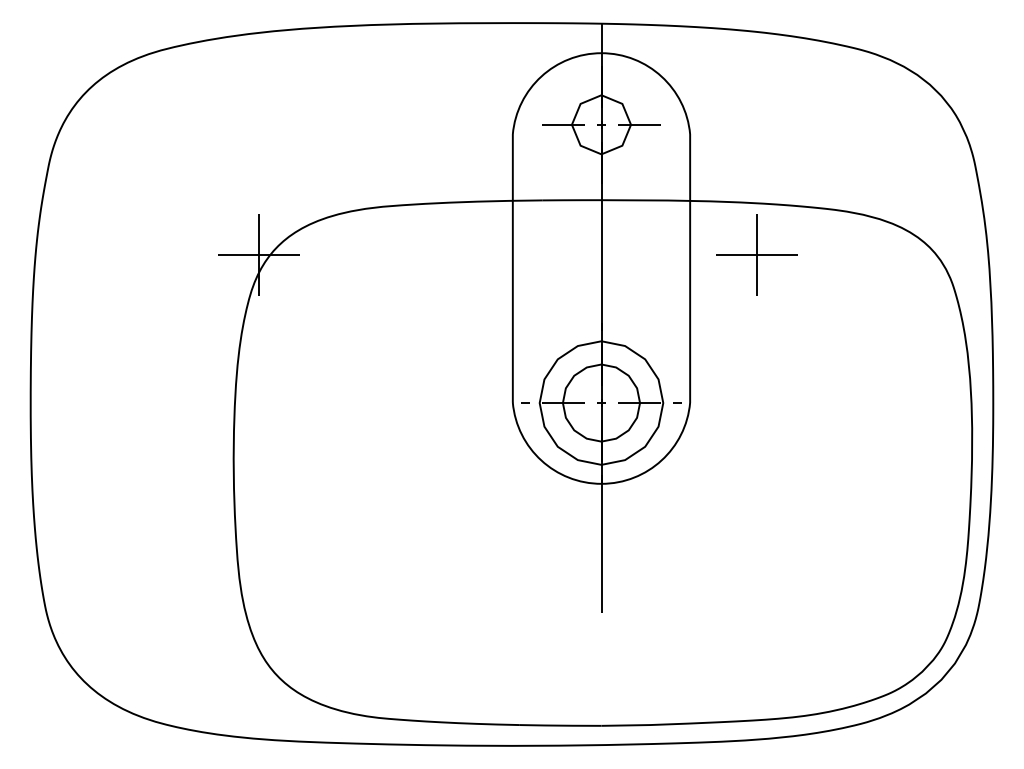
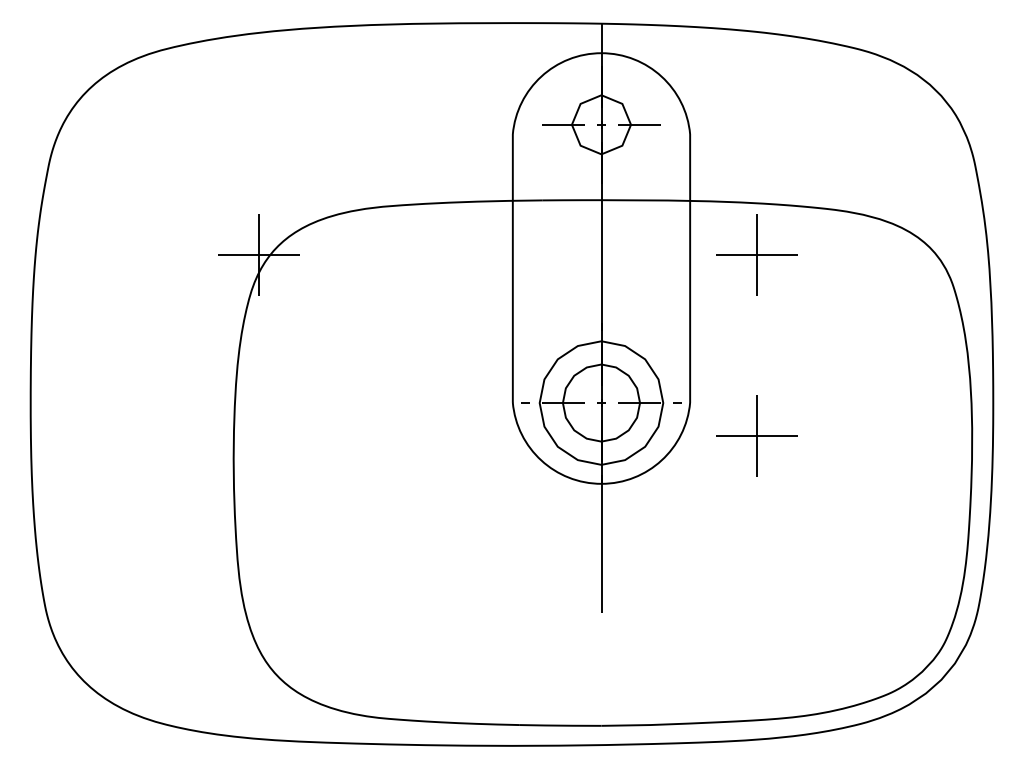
part at (756, 435): none -> present
